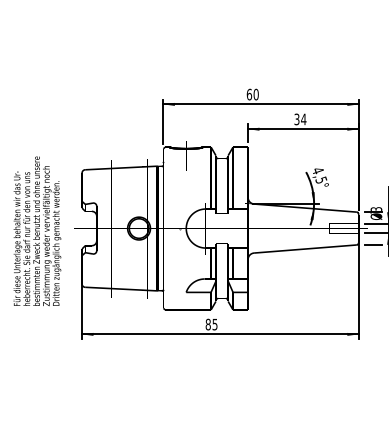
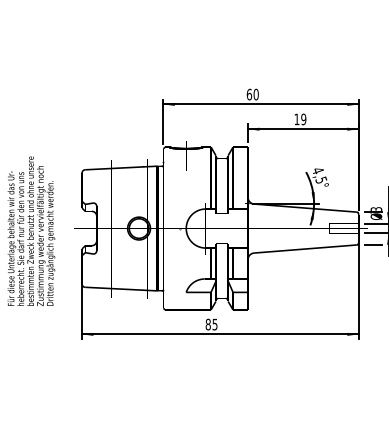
text at (300, 119): 34 -> 19
text at (37, 231) position: (37, 231) -> (31, 231)
